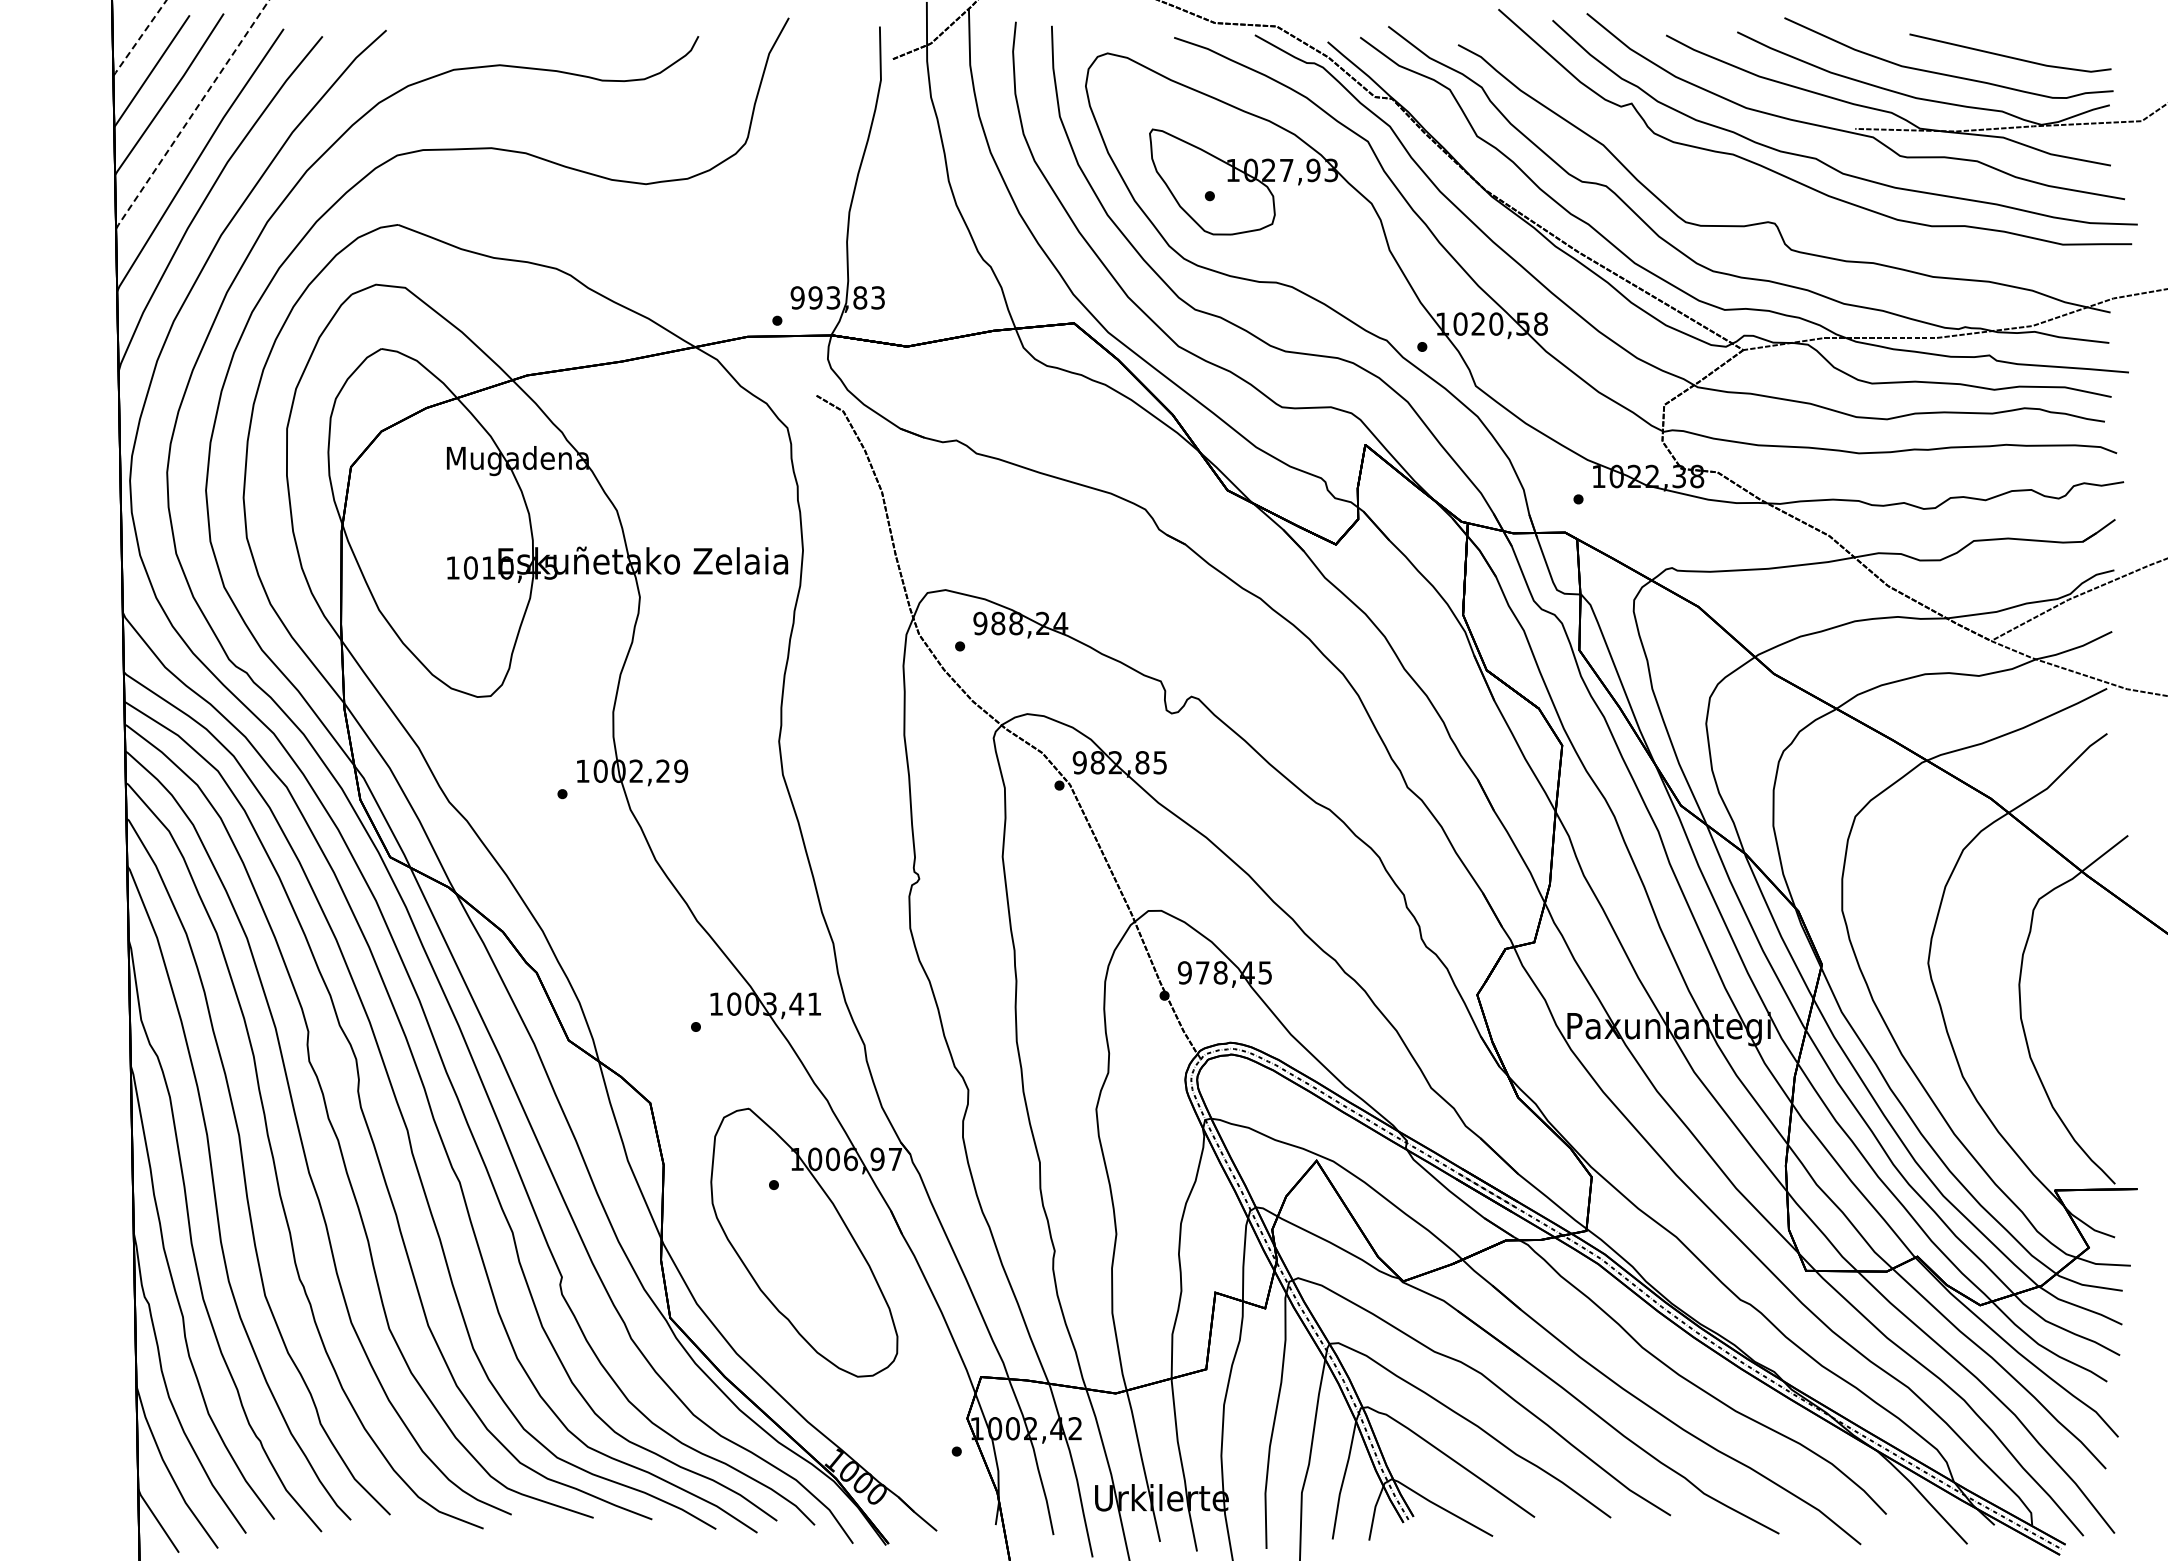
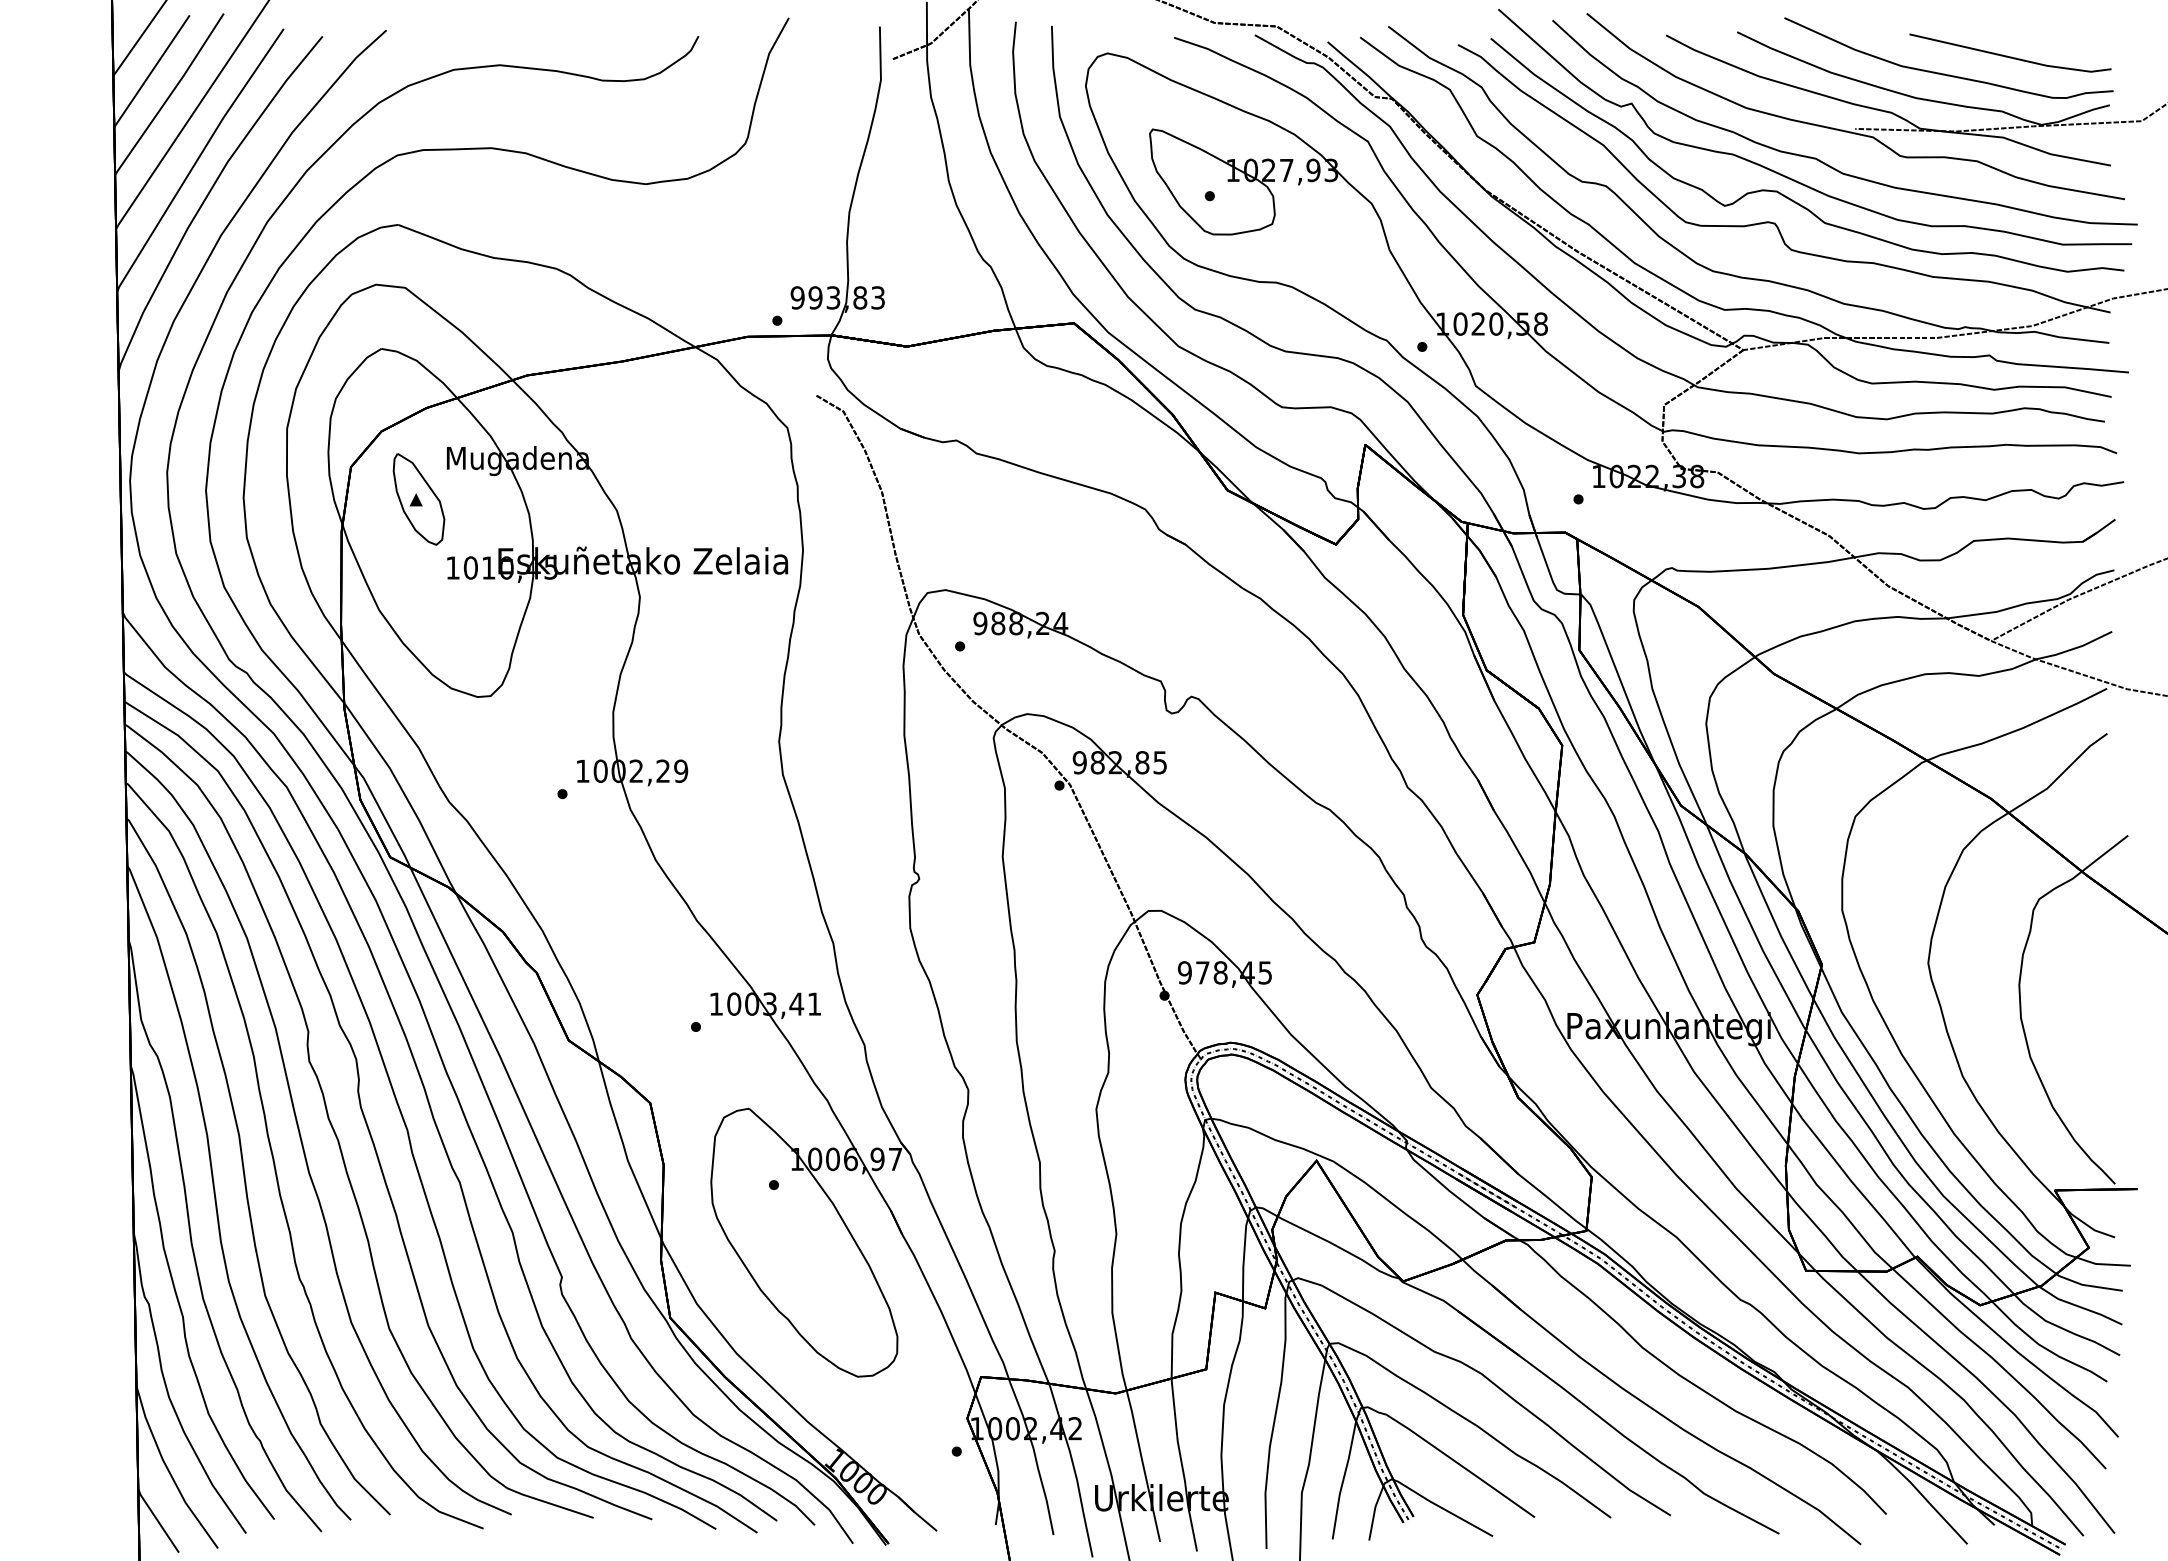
line at (139, 38): dashed -> solid
line at (192, 114): dashed -> solid
curve at (1782, 193): none -> present
part at (418, 499): none -> present
